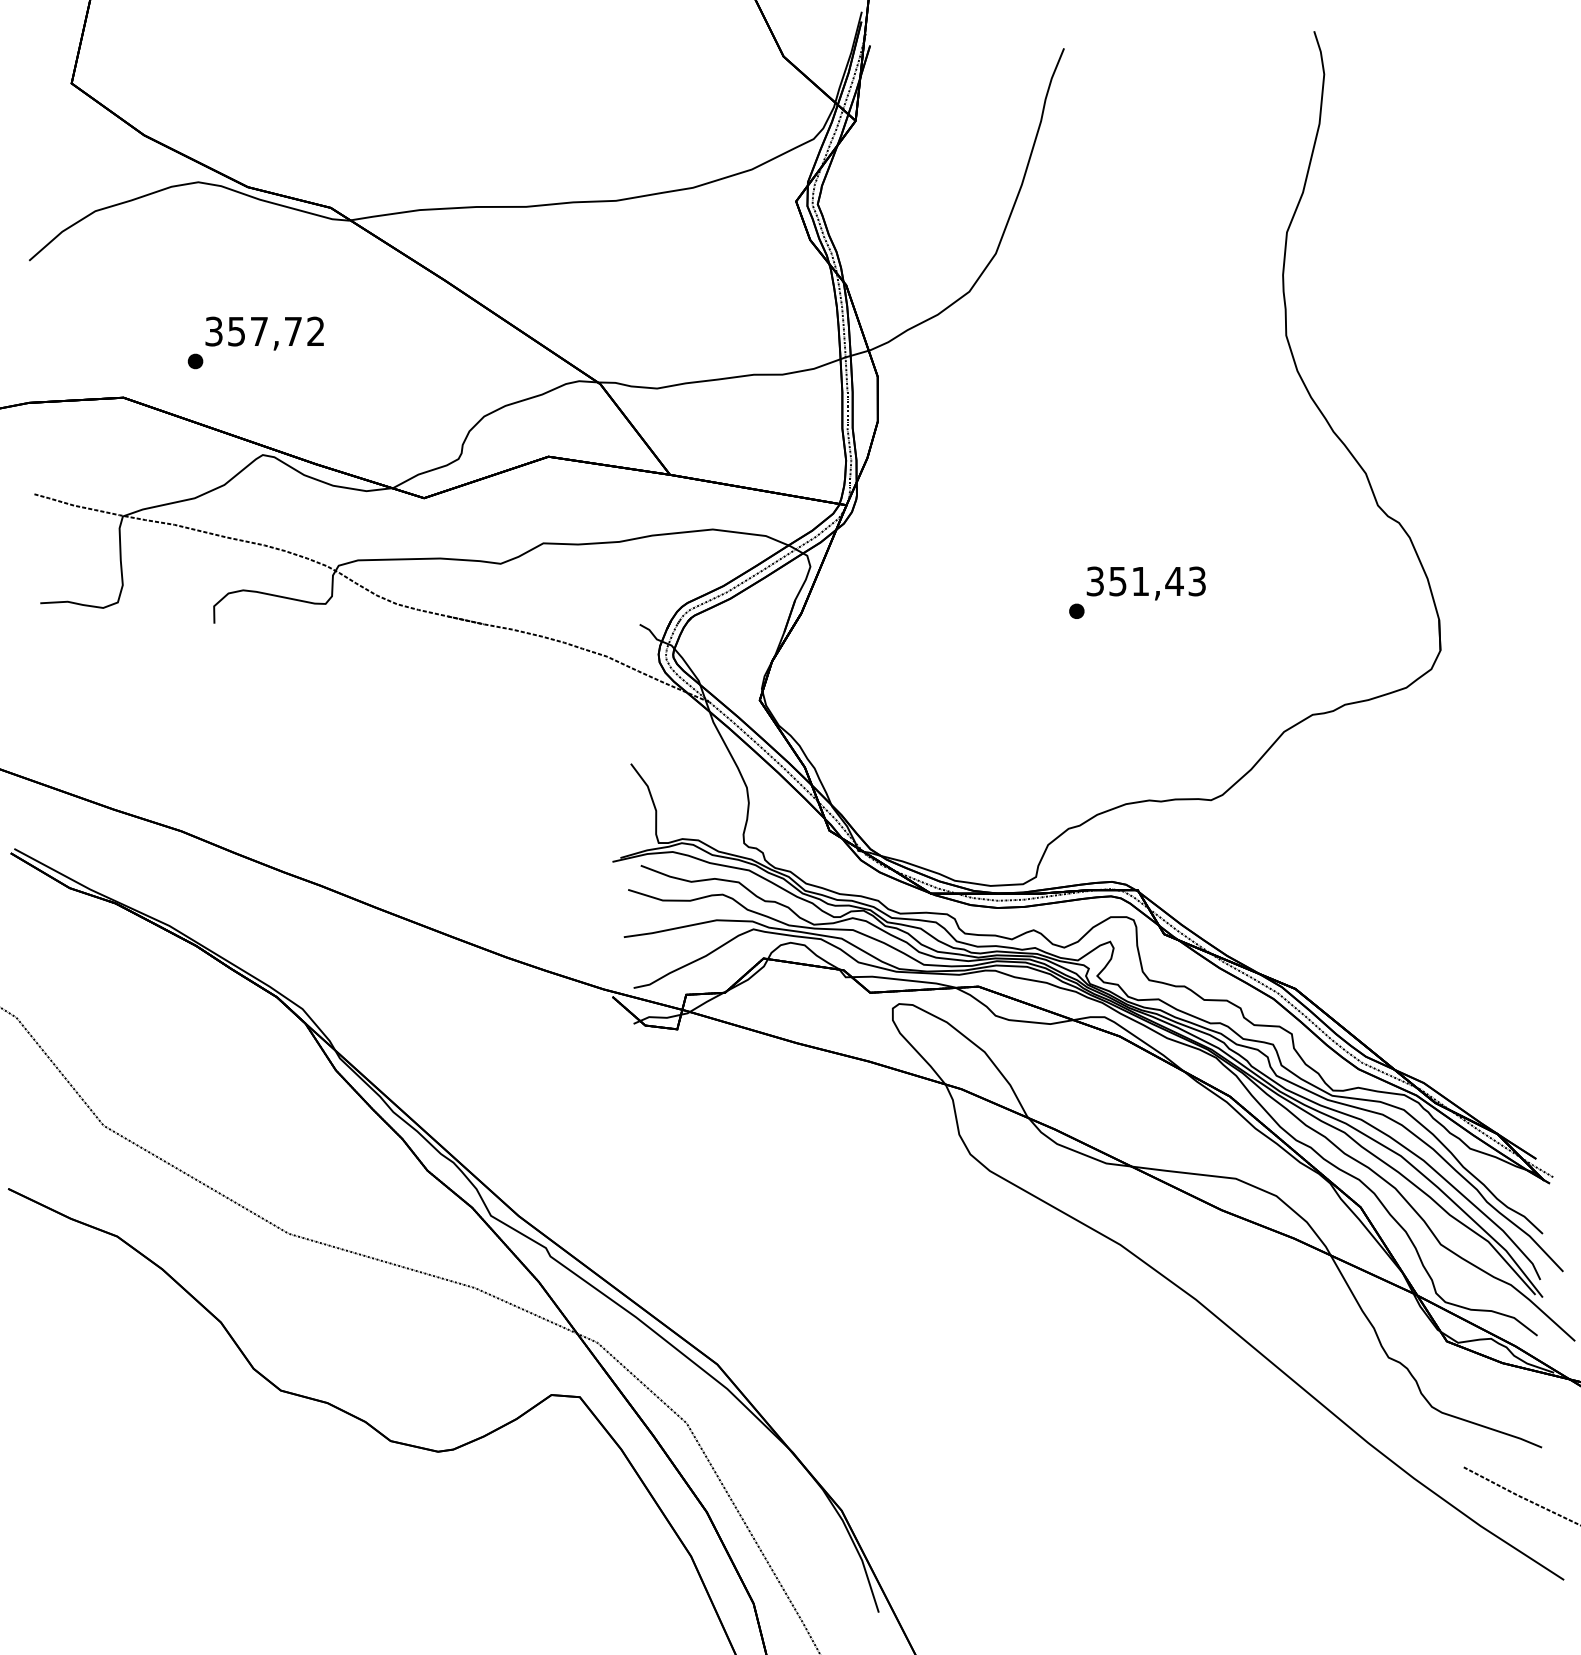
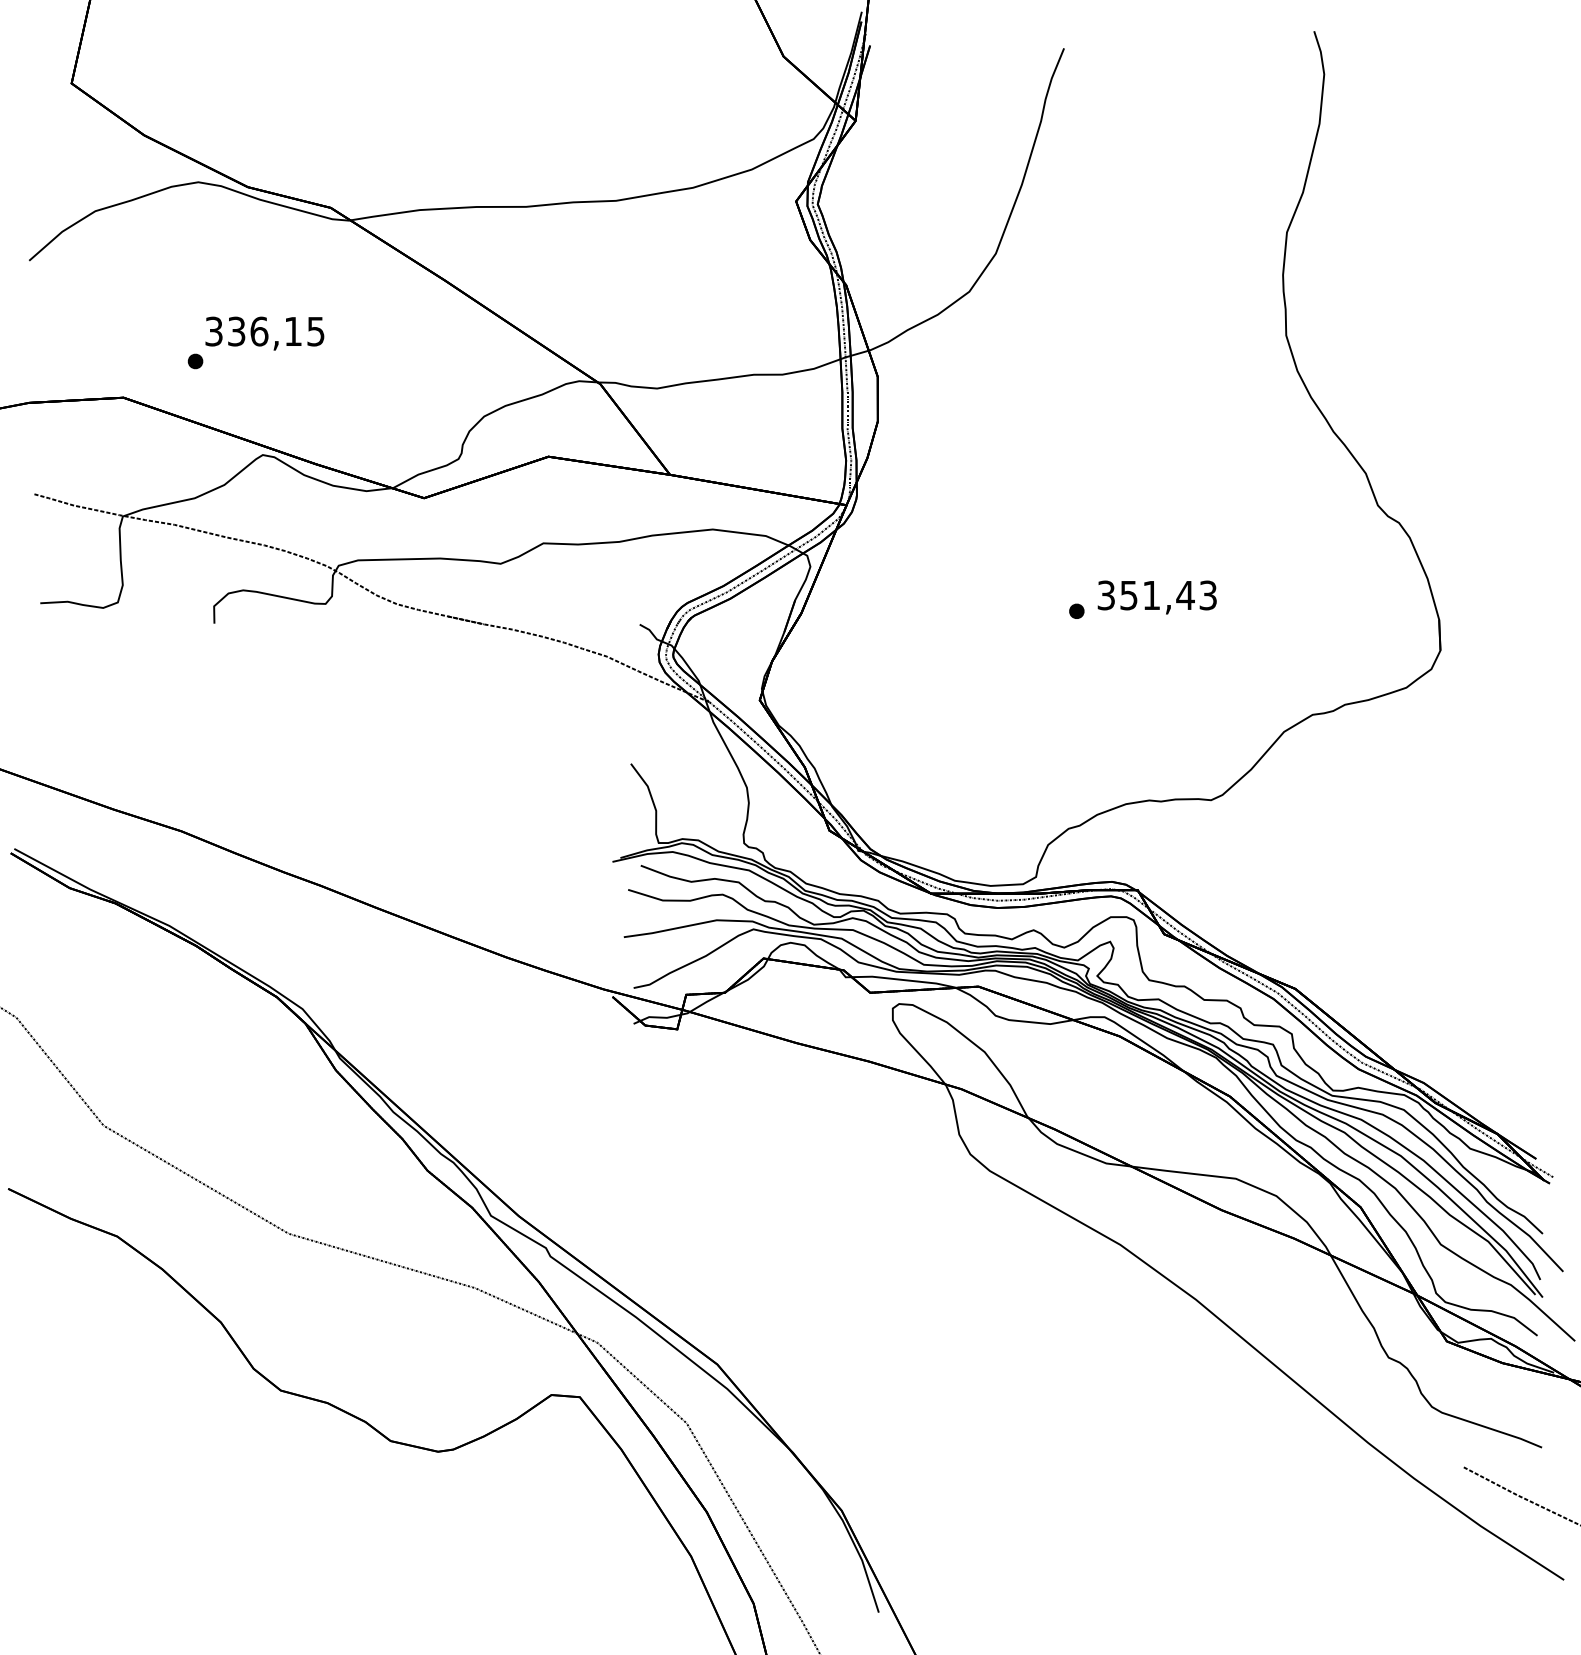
text at (276, 331): 357,72 -> 336,15
text at (1145, 583) position: (1145, 583) -> (1156, 597)
